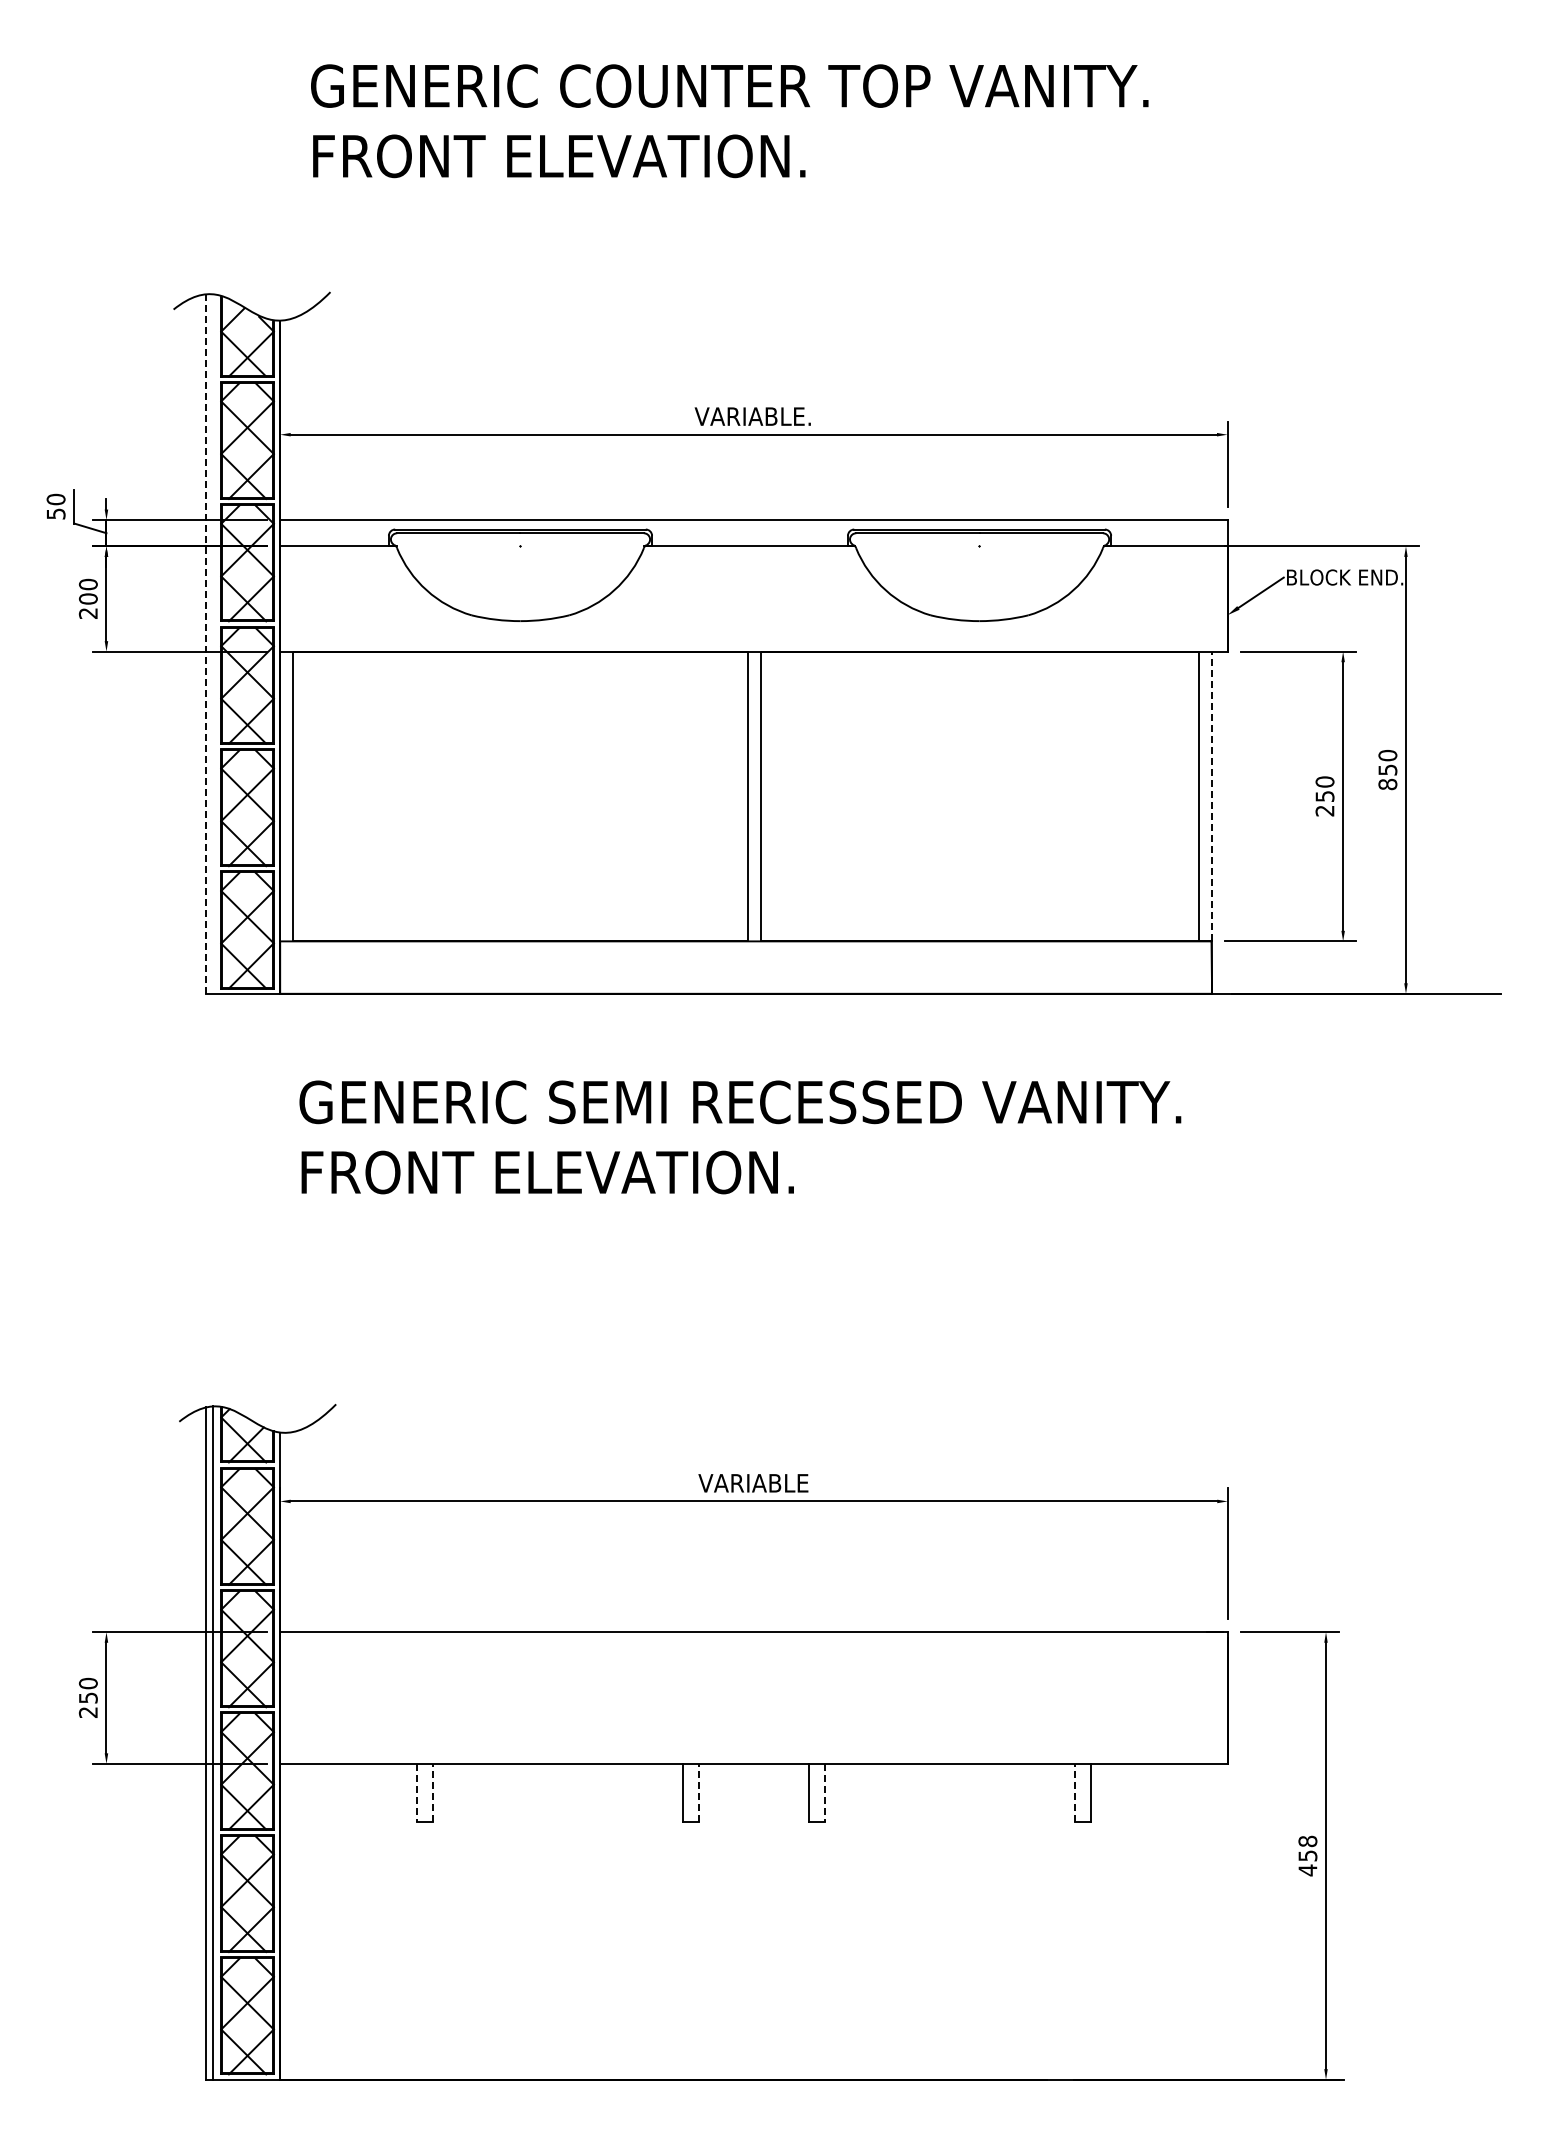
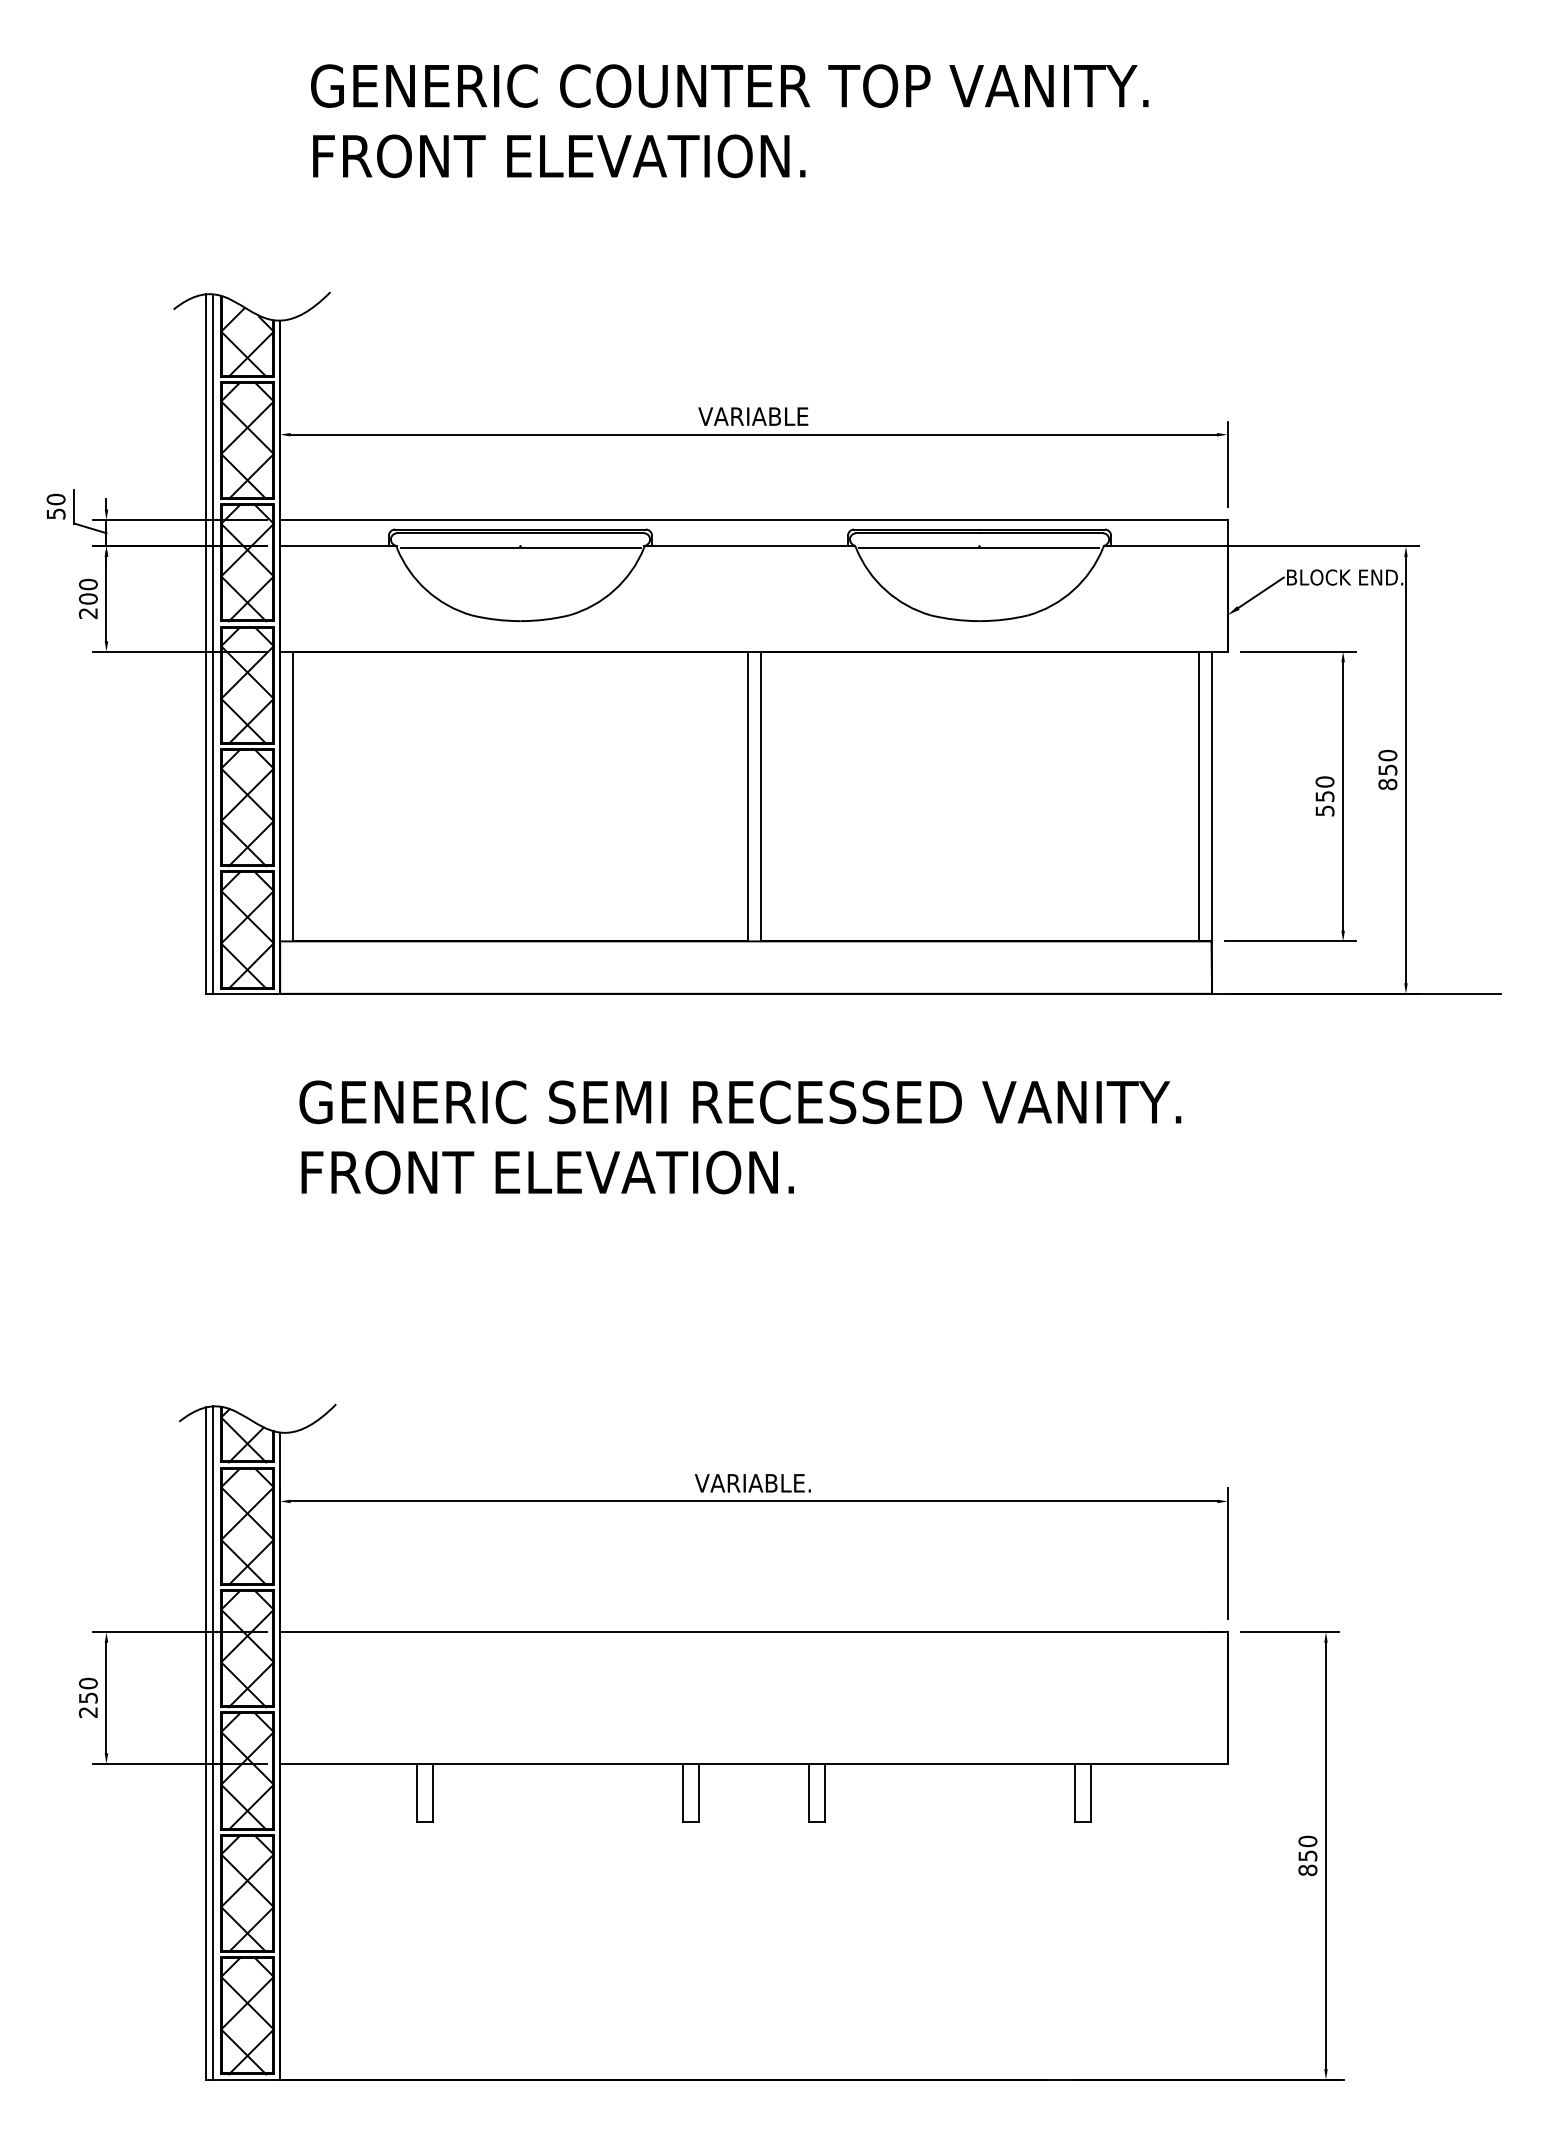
text at (752, 416): VARIABLE. -> VARIABLE
line at (520, 548): none -> present
line at (978, 548): none -> present
line at (206, 644): dashed -> solid
line at (212, 644): none -> present
line at (1211, 796): dashed -> solid
text at (1324, 810): 250 -> 550
text at (752, 1483): VARIABLE -> VARIABLE.
line at (417, 1792): dashed -> solid
line at (432, 1792): dashed -> solid
line at (698, 1792): dashed -> solid
line at (825, 1792): dashed -> solid
line at (1075, 1792): dashed -> solid
text at (1307, 1855): 458 -> 850
